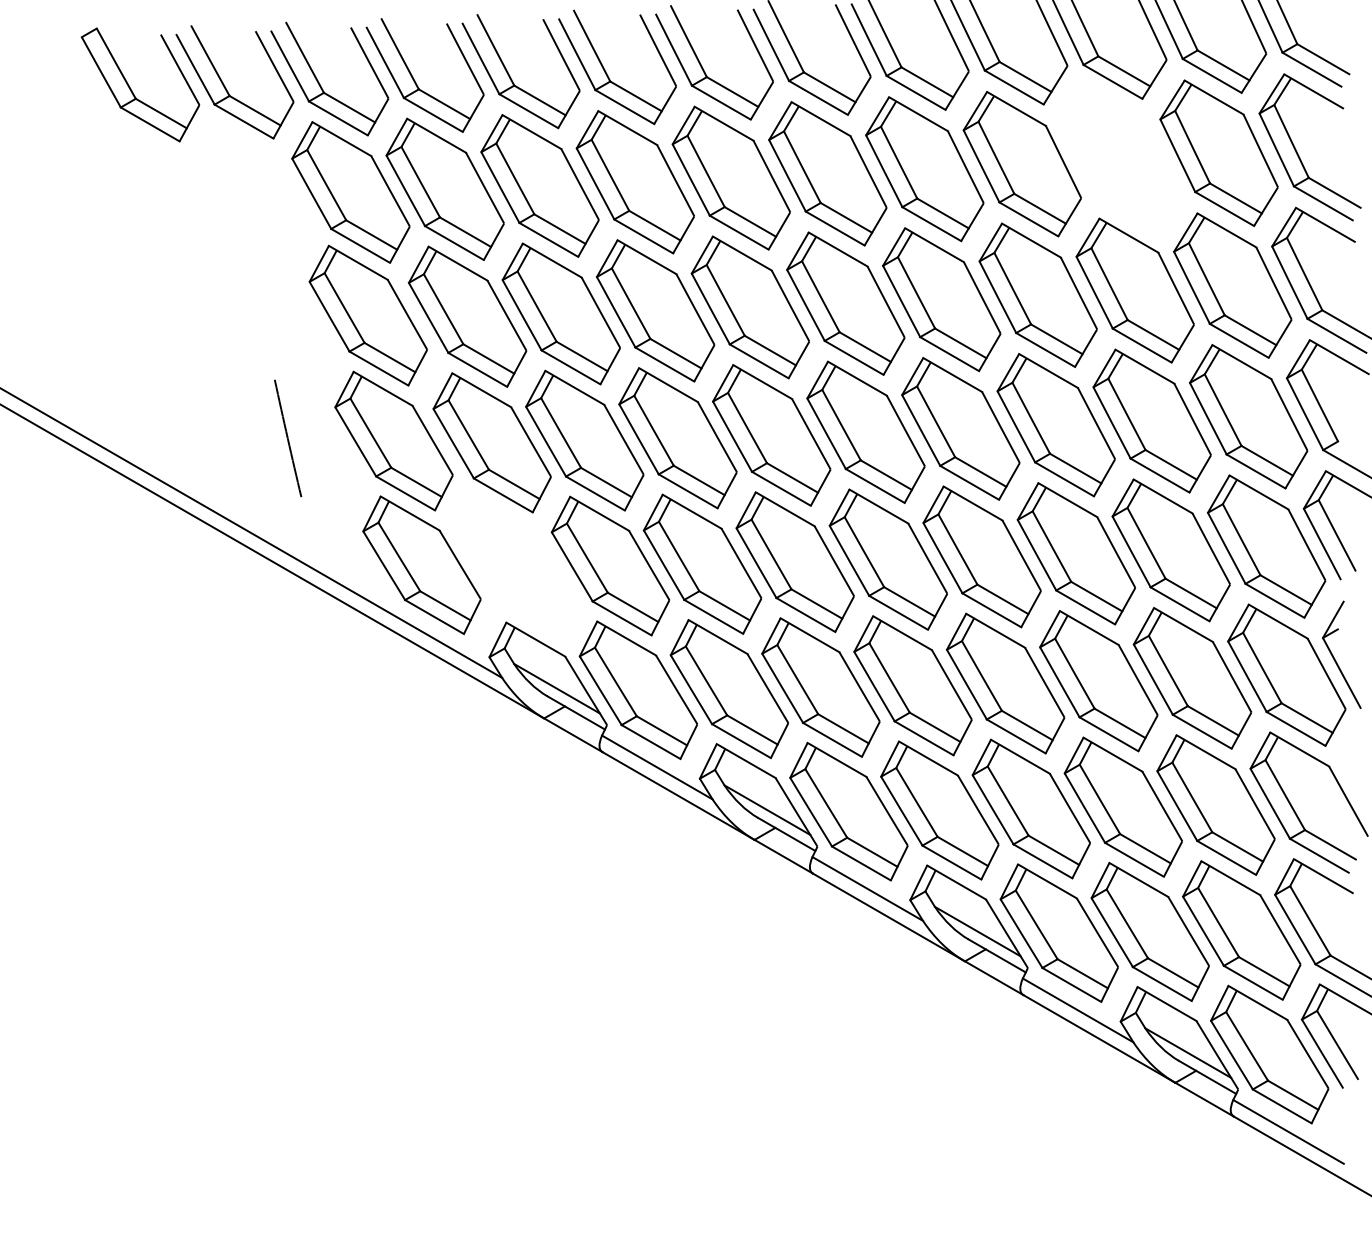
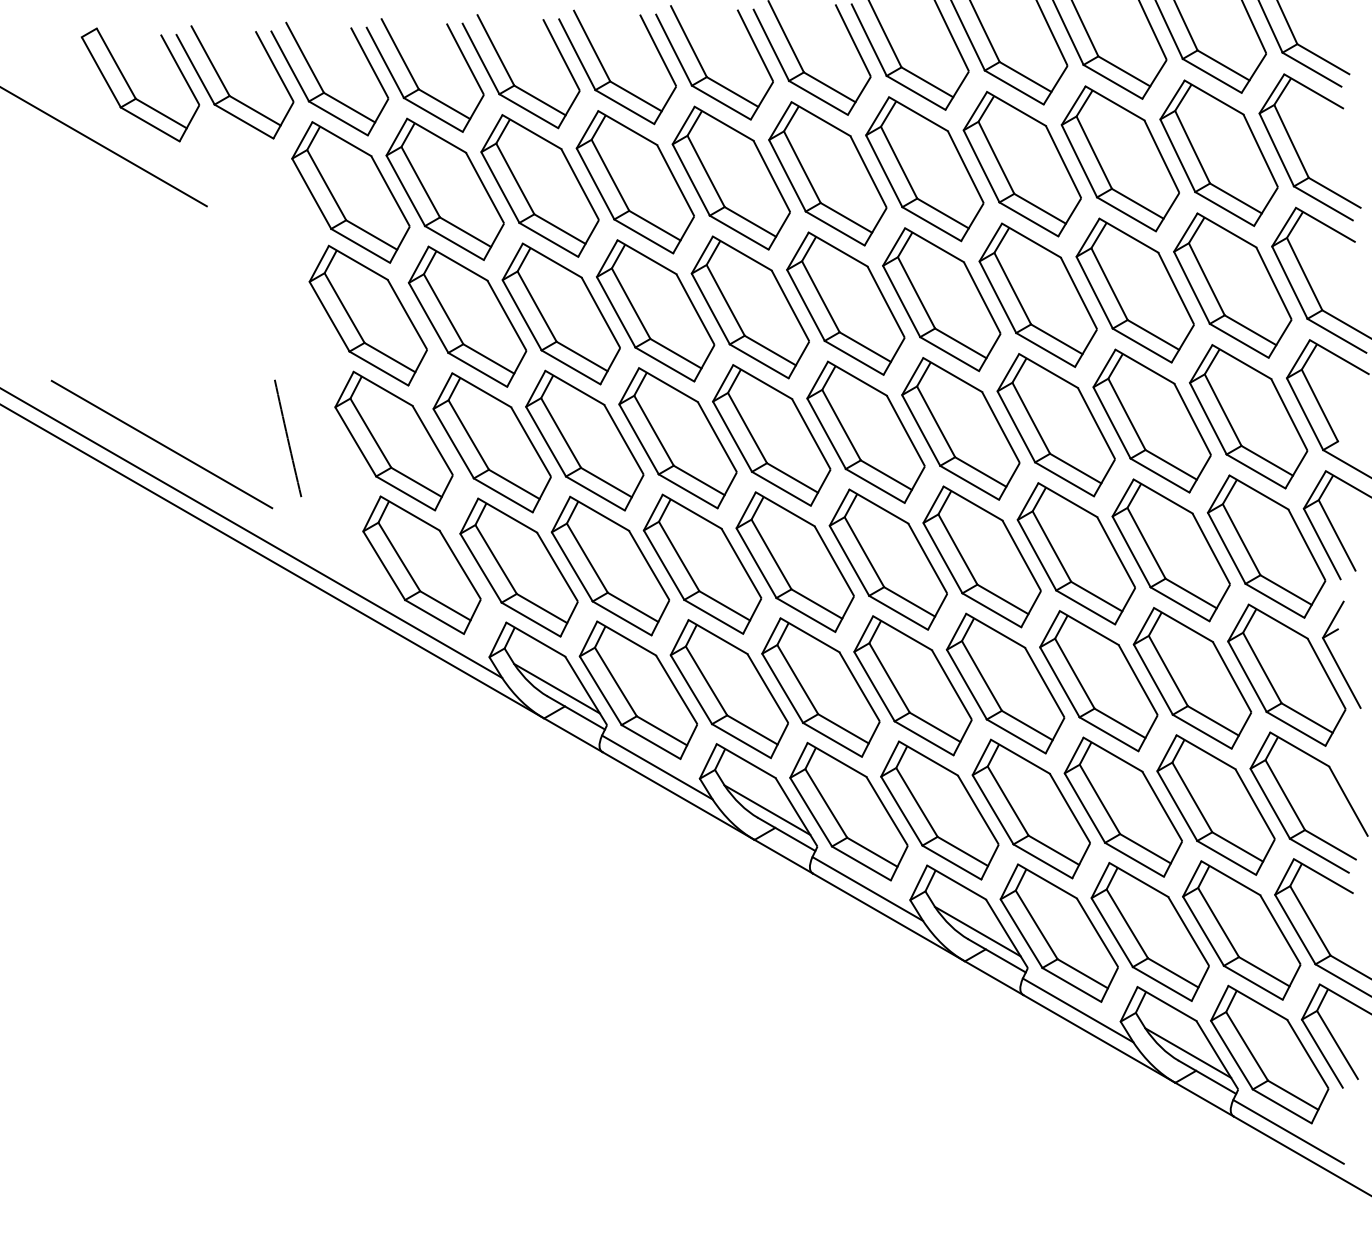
line at (104, 147): none -> present
part at (1119, 158): none -> present
line at (162, 444): none -> present
part at (518, 567): none -> present
